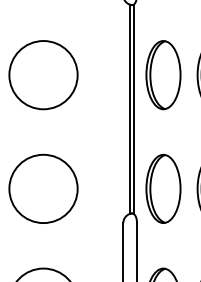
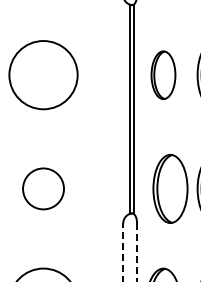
part at (163, 75) size: 37x71 px -> 27x50 px
circle at (43, 188) diameter: 68 px -> 41 px
part at (163, 188) position: (163, 188) -> (170, 188)
line at (123, 251): solid -> dashed
line at (137, 252): solid -> dashed
